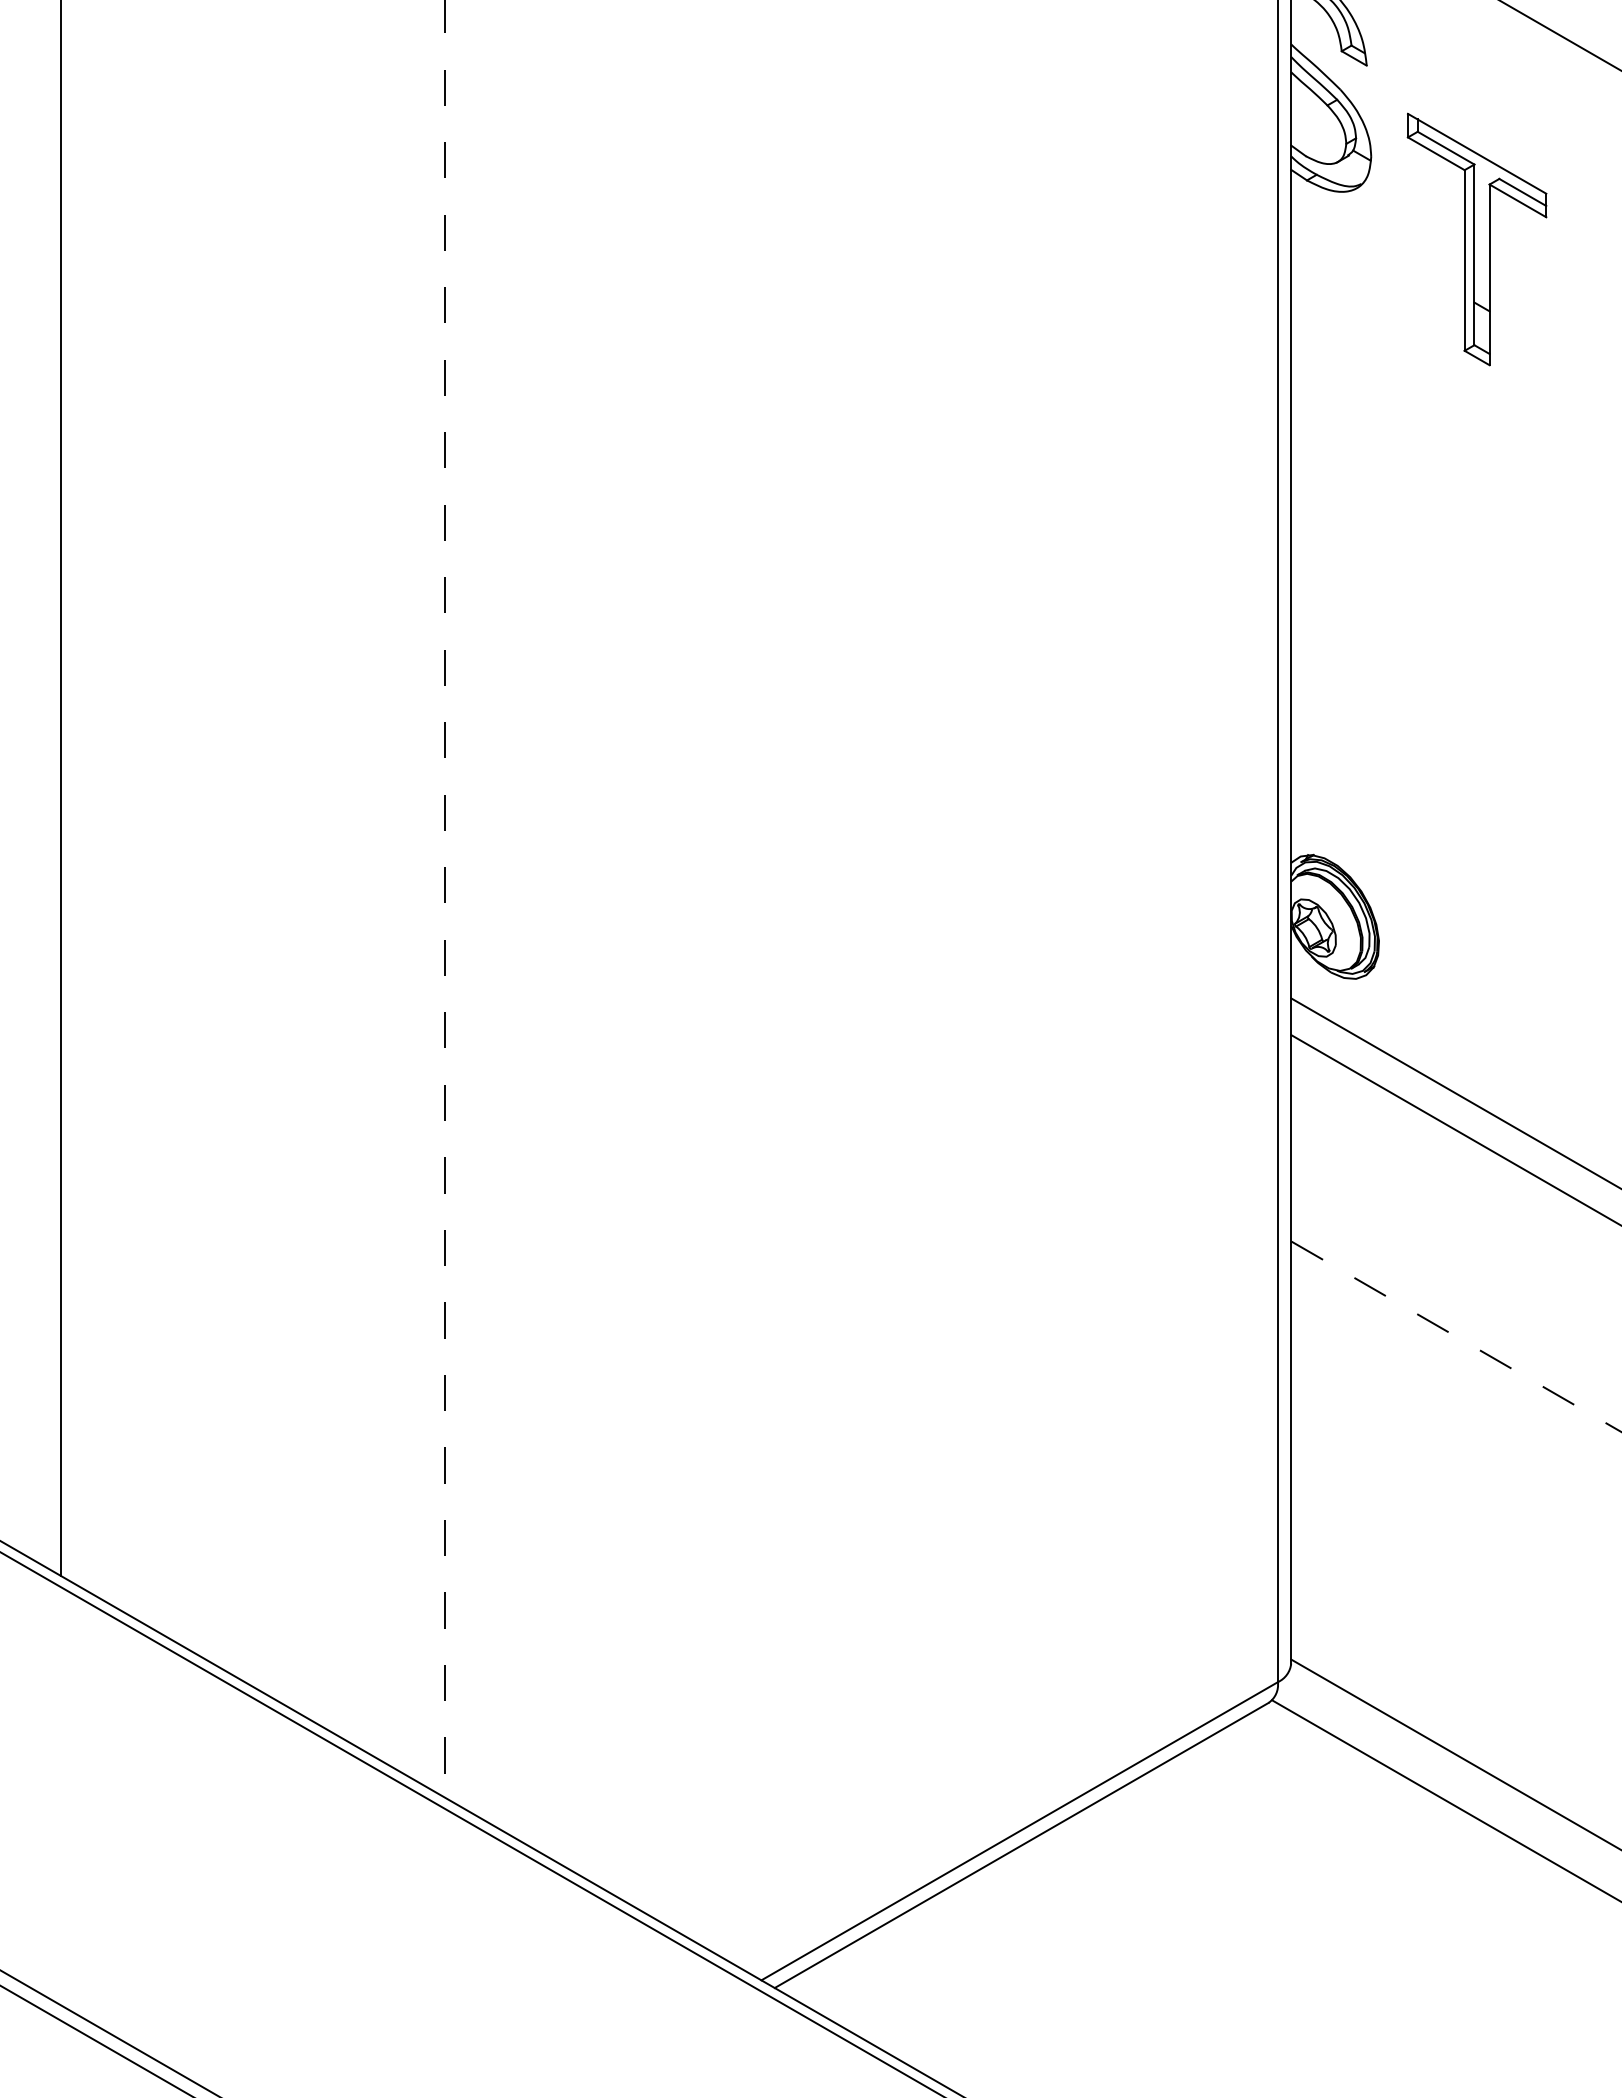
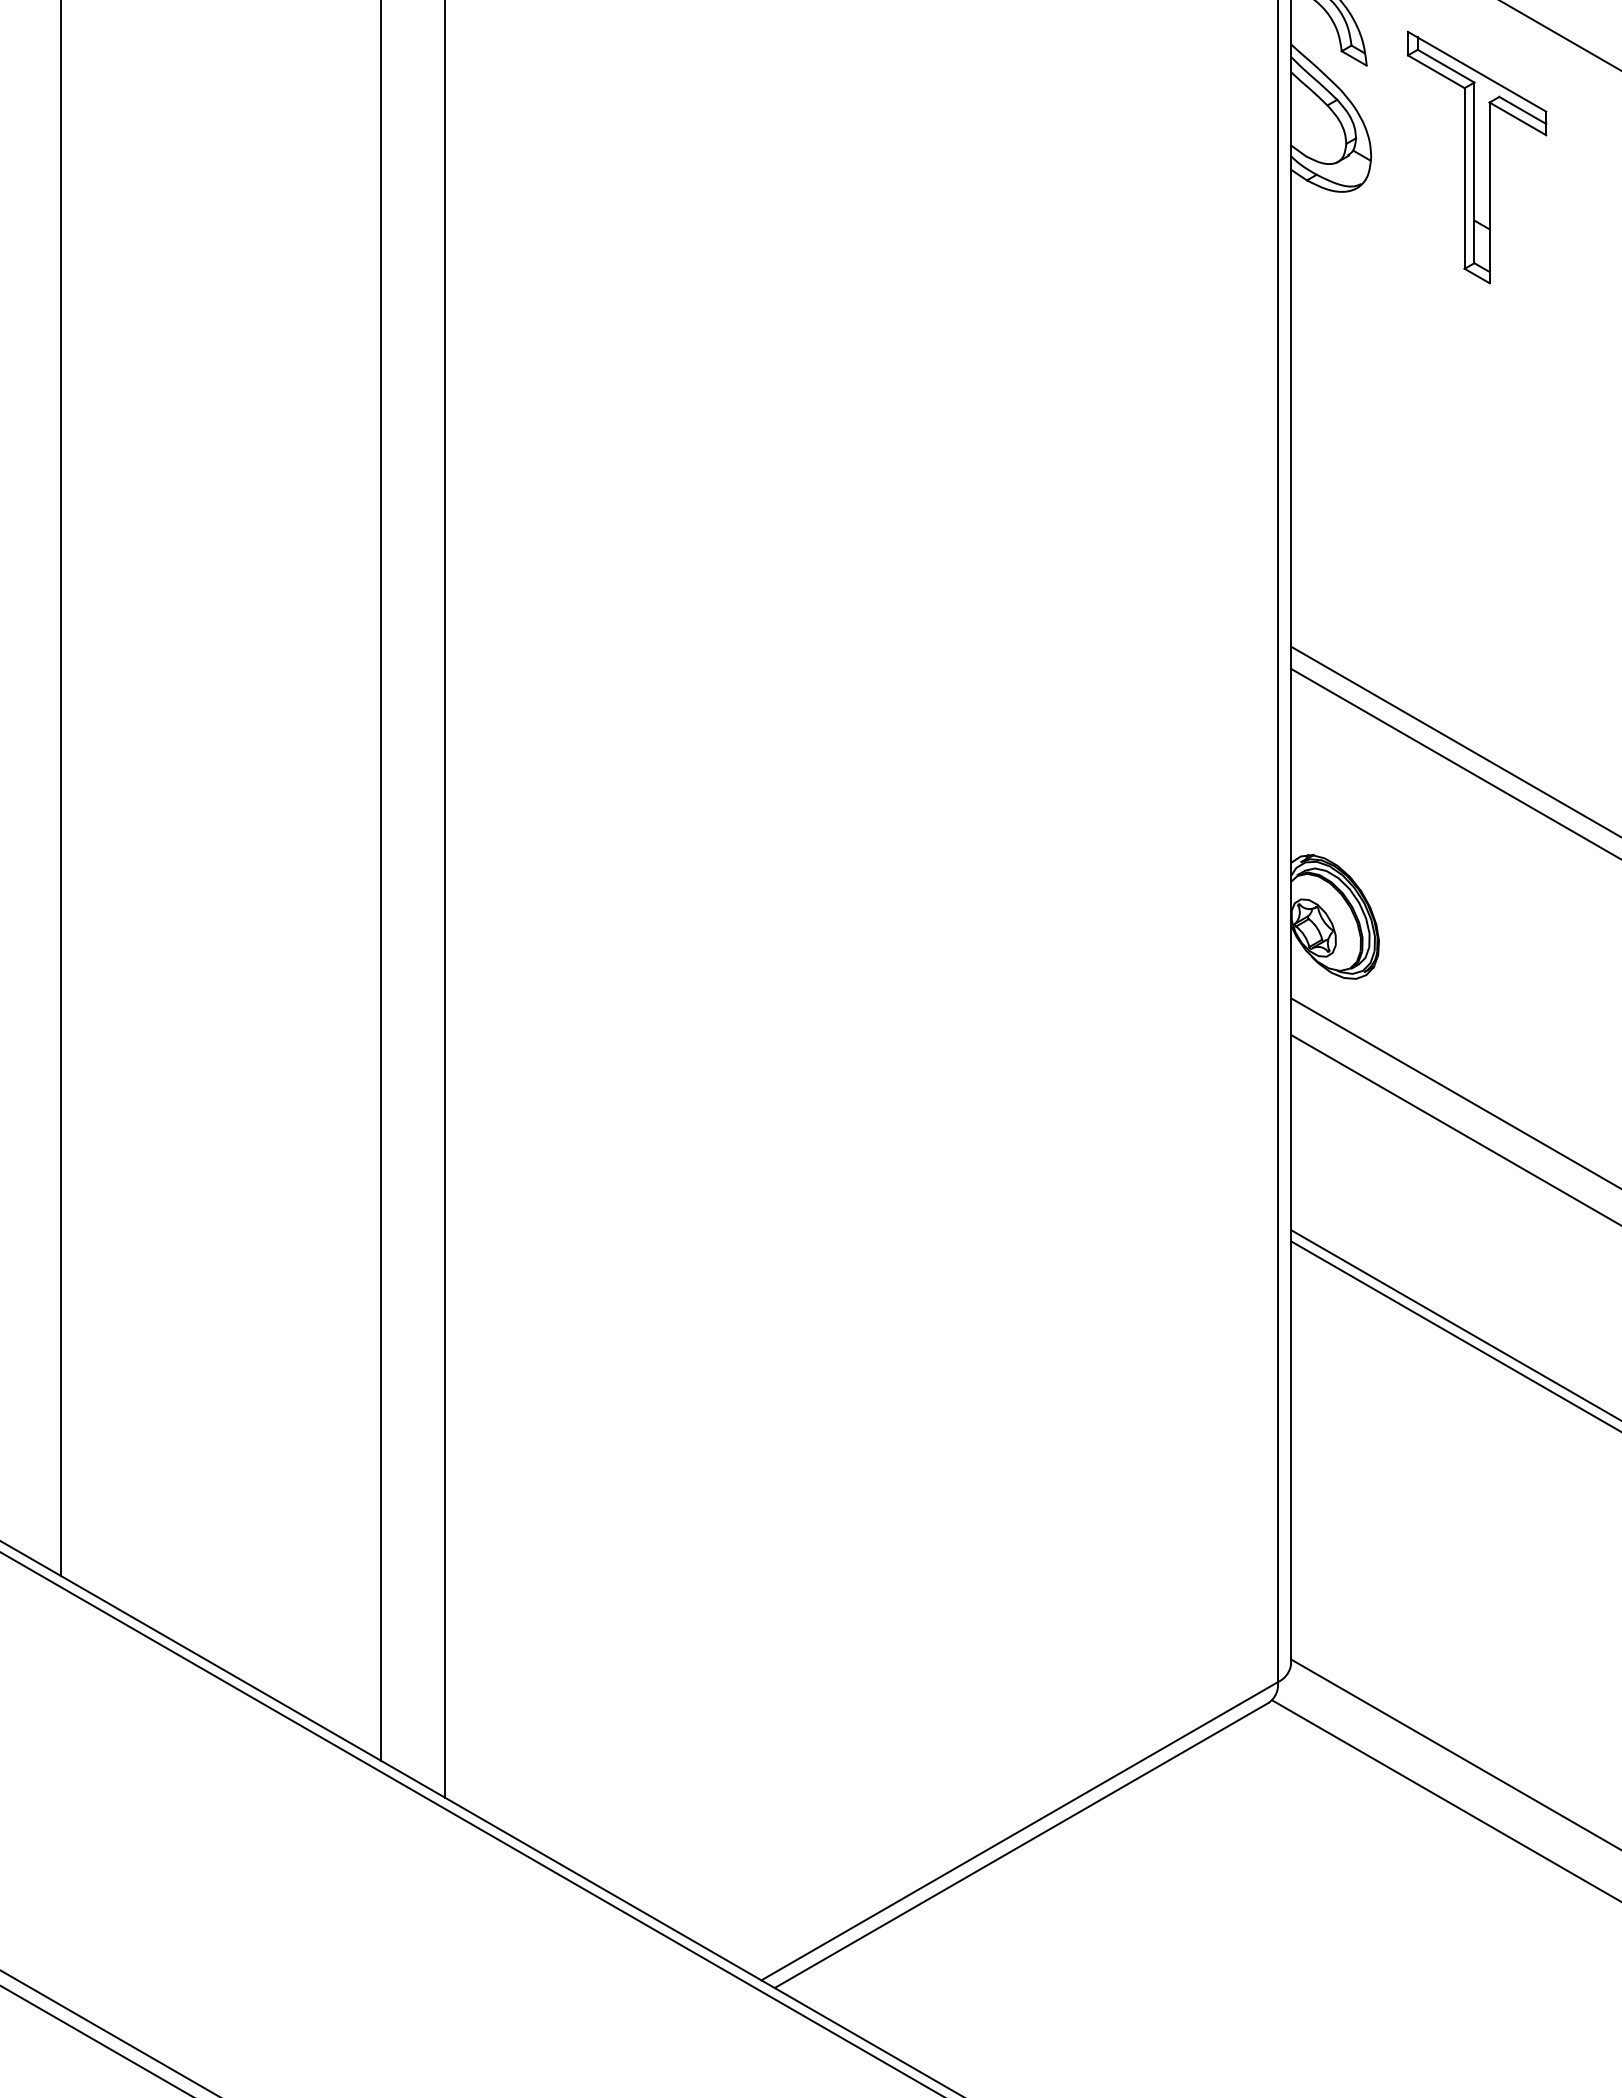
part at (1476, 239) position: (1476, 239) -> (1476, 157)
line at (1454, 740): none -> present
line at (1454, 762): none -> present
line at (380, 881): none -> present
line at (445, 898): dashed -> solid
line at (1454, 1324): none -> present
line at (1455, 1336): dashed -> solid
